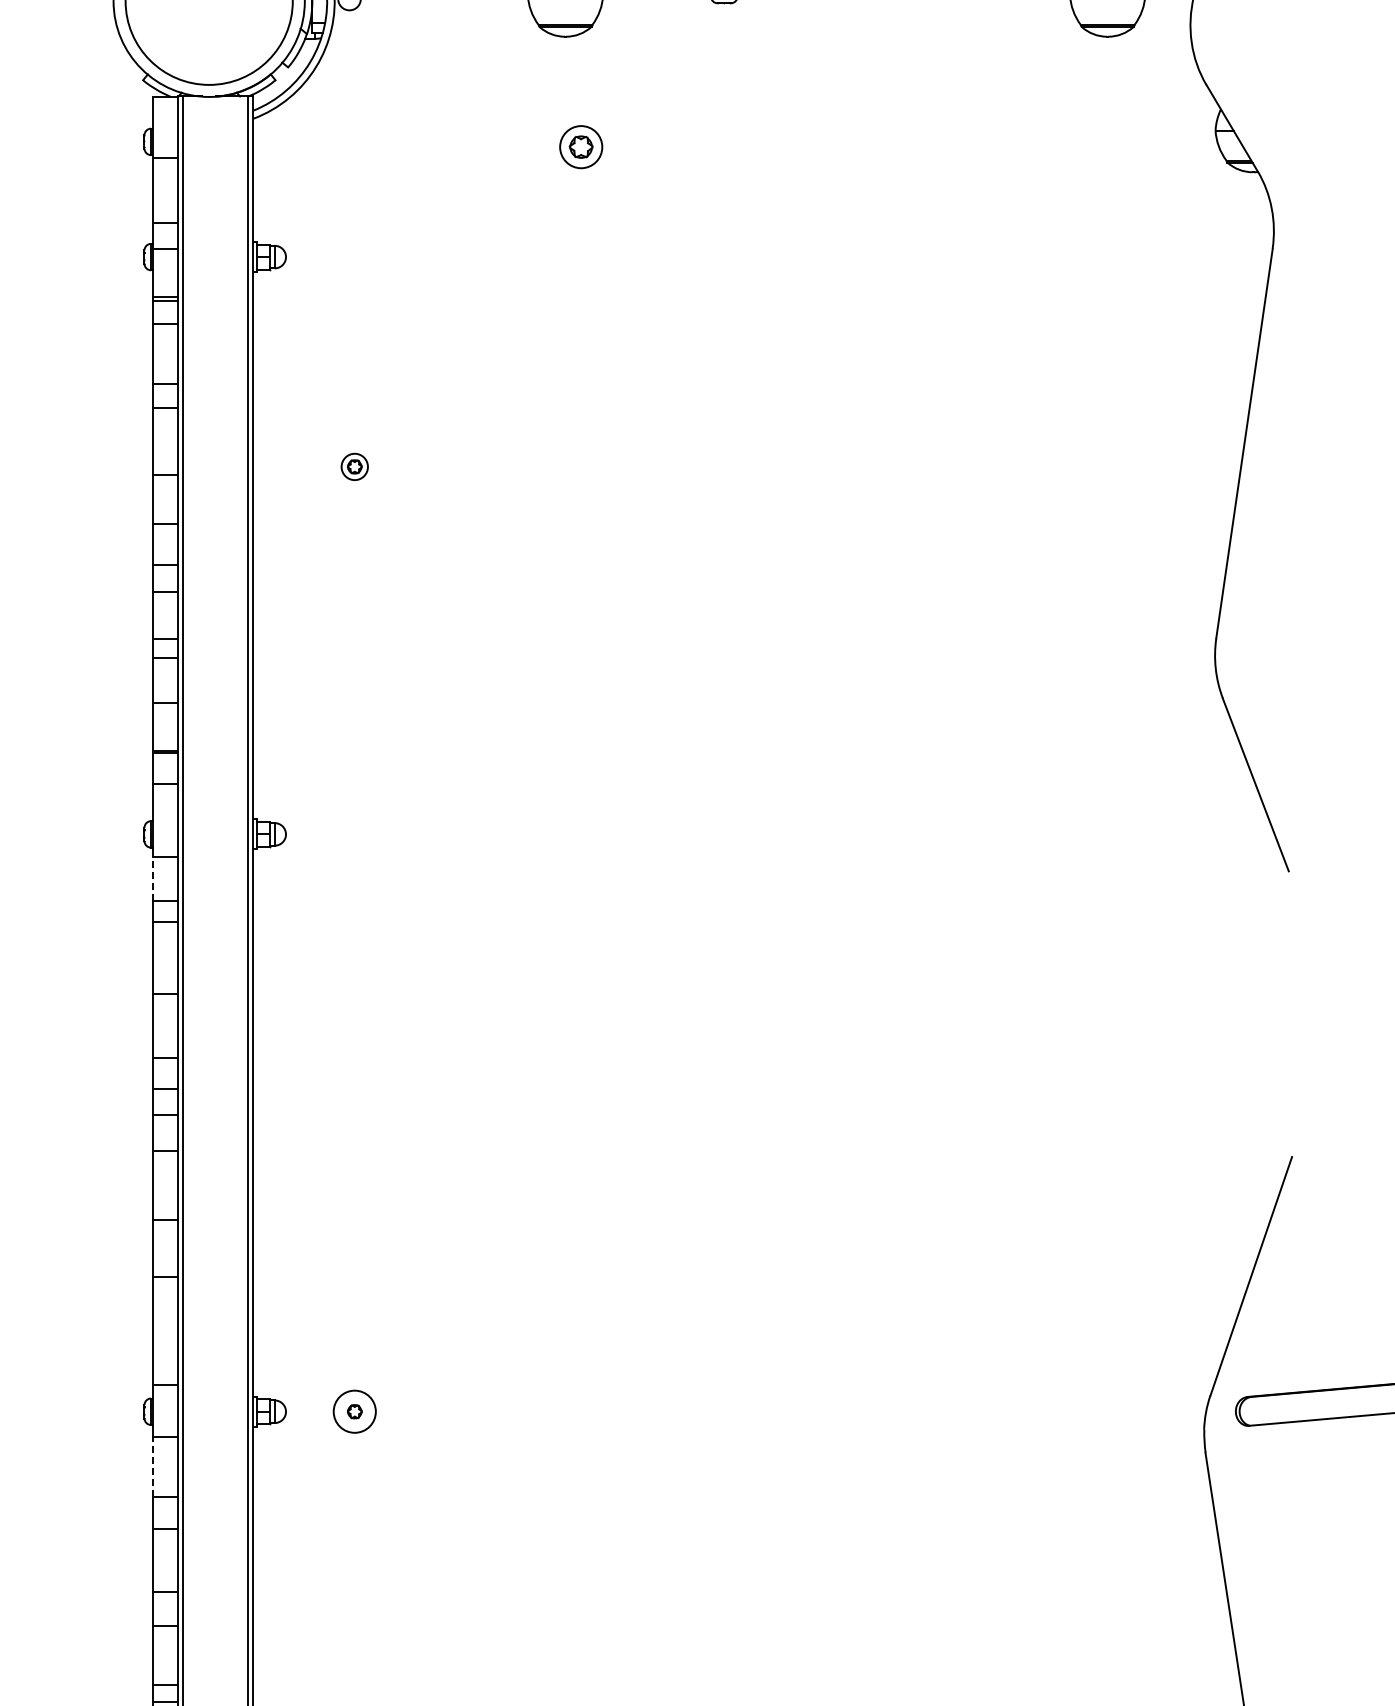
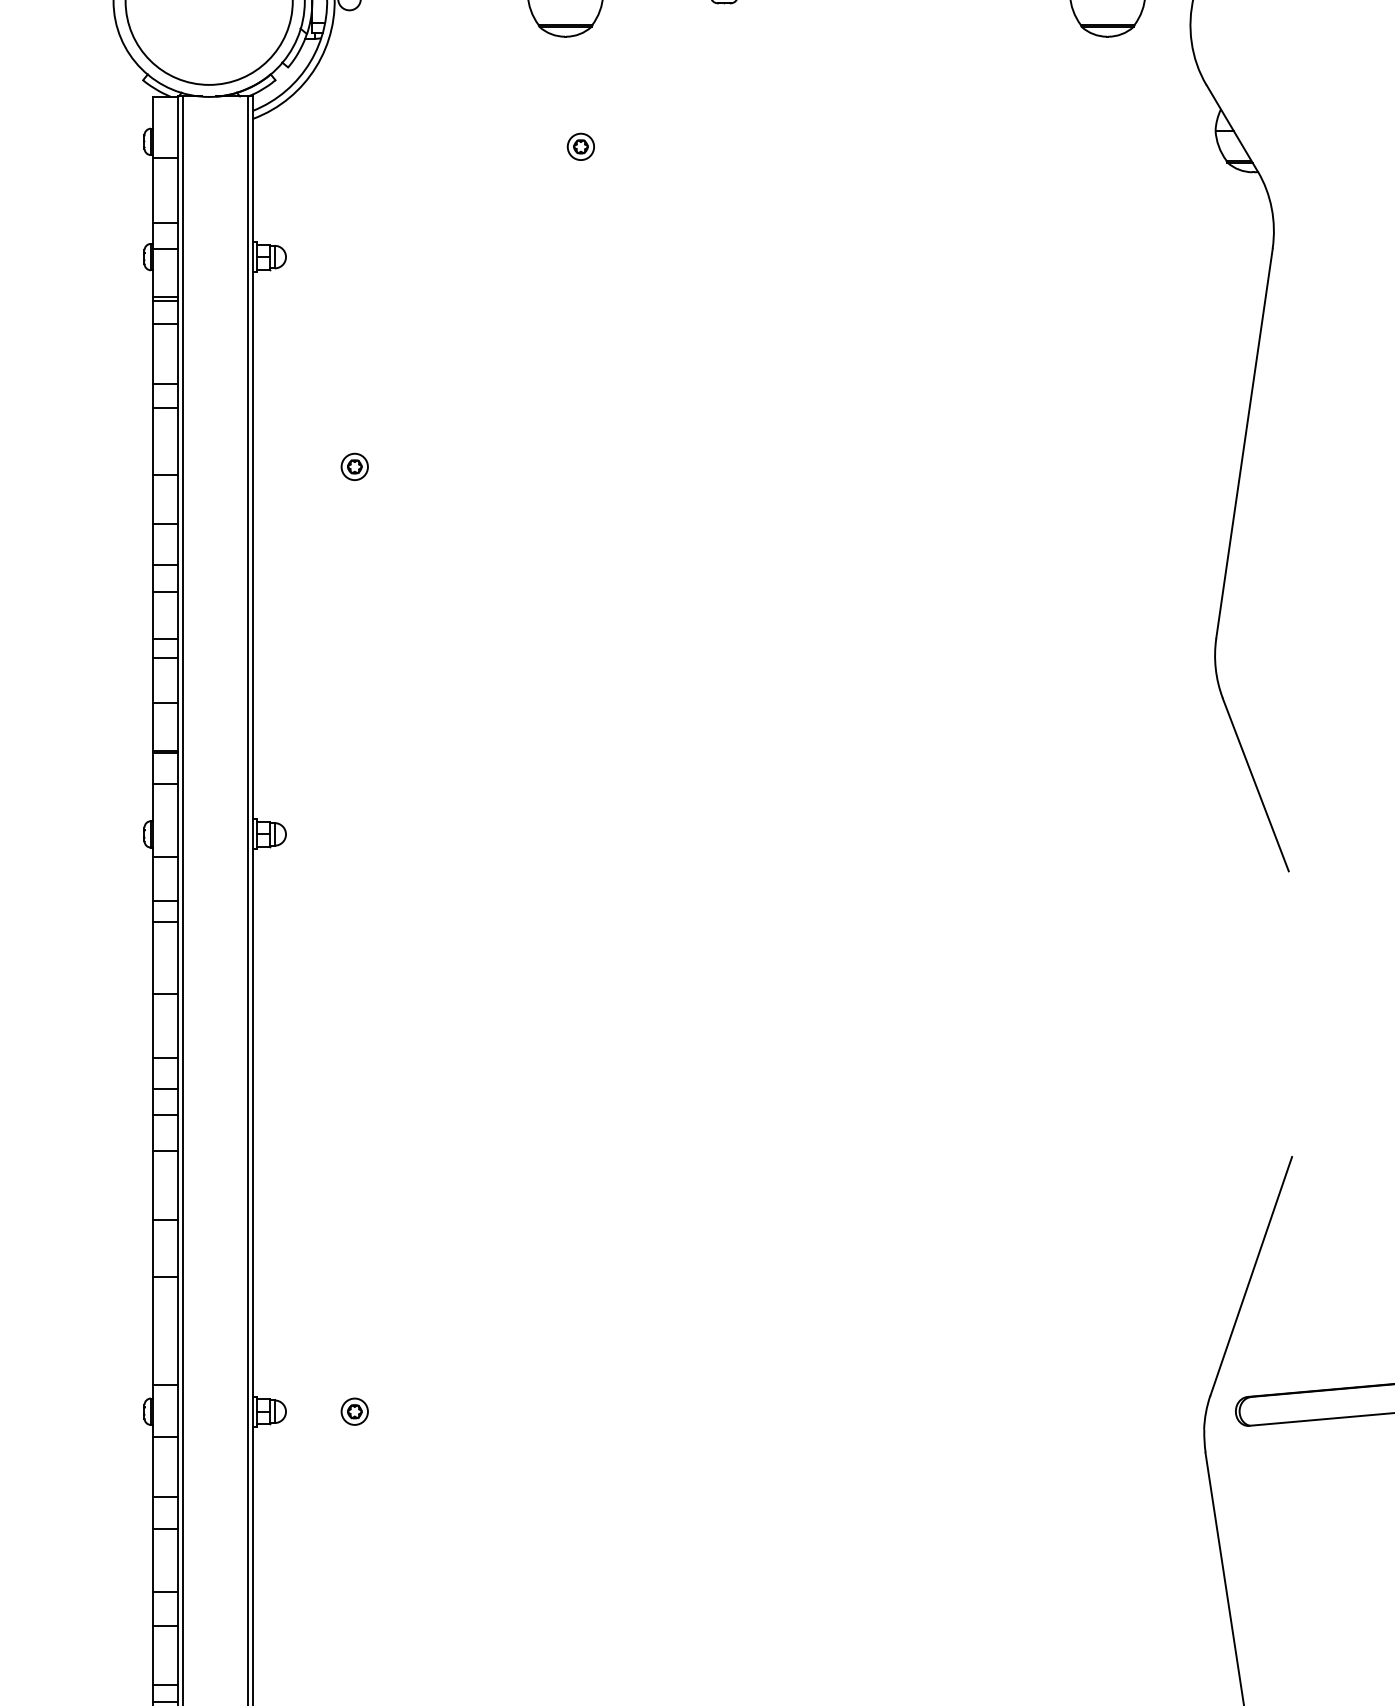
part at (581, 147) size: 45x45 px -> 29x29 px
line at (152, 878): dashed -> solid
circle at (354, 1411) diameter: 42 px -> 26 px
line at (152, 1466): dashed -> solid
